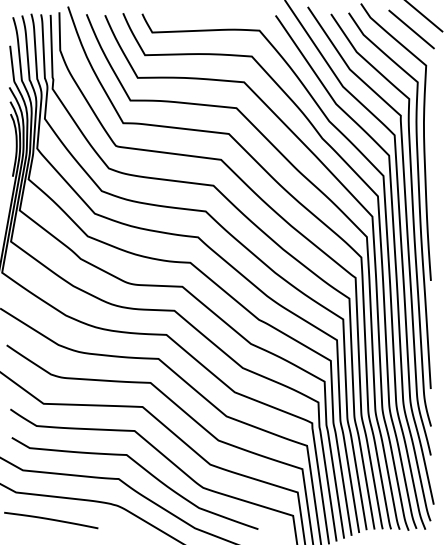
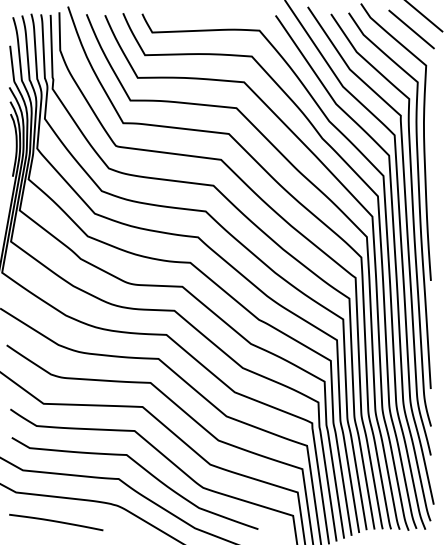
line at (51, 520) position: (51, 520) -> (56, 522)
